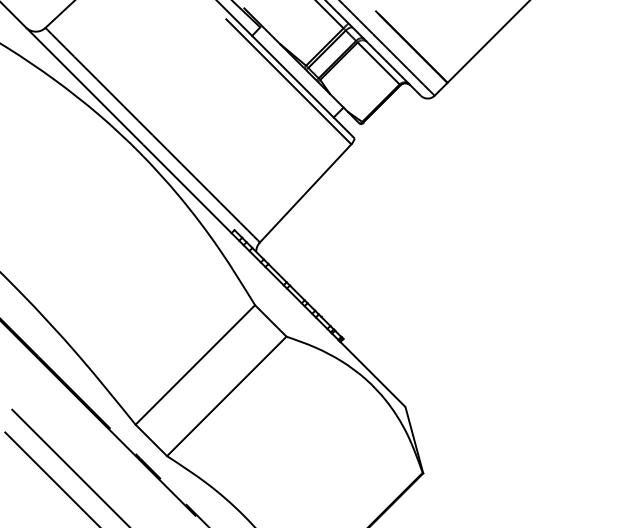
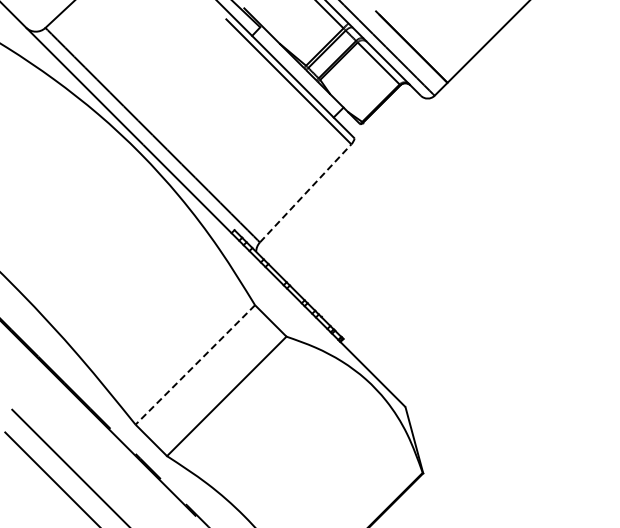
line at (306, 193): solid -> dashed
line at (194, 365): solid -> dashed
